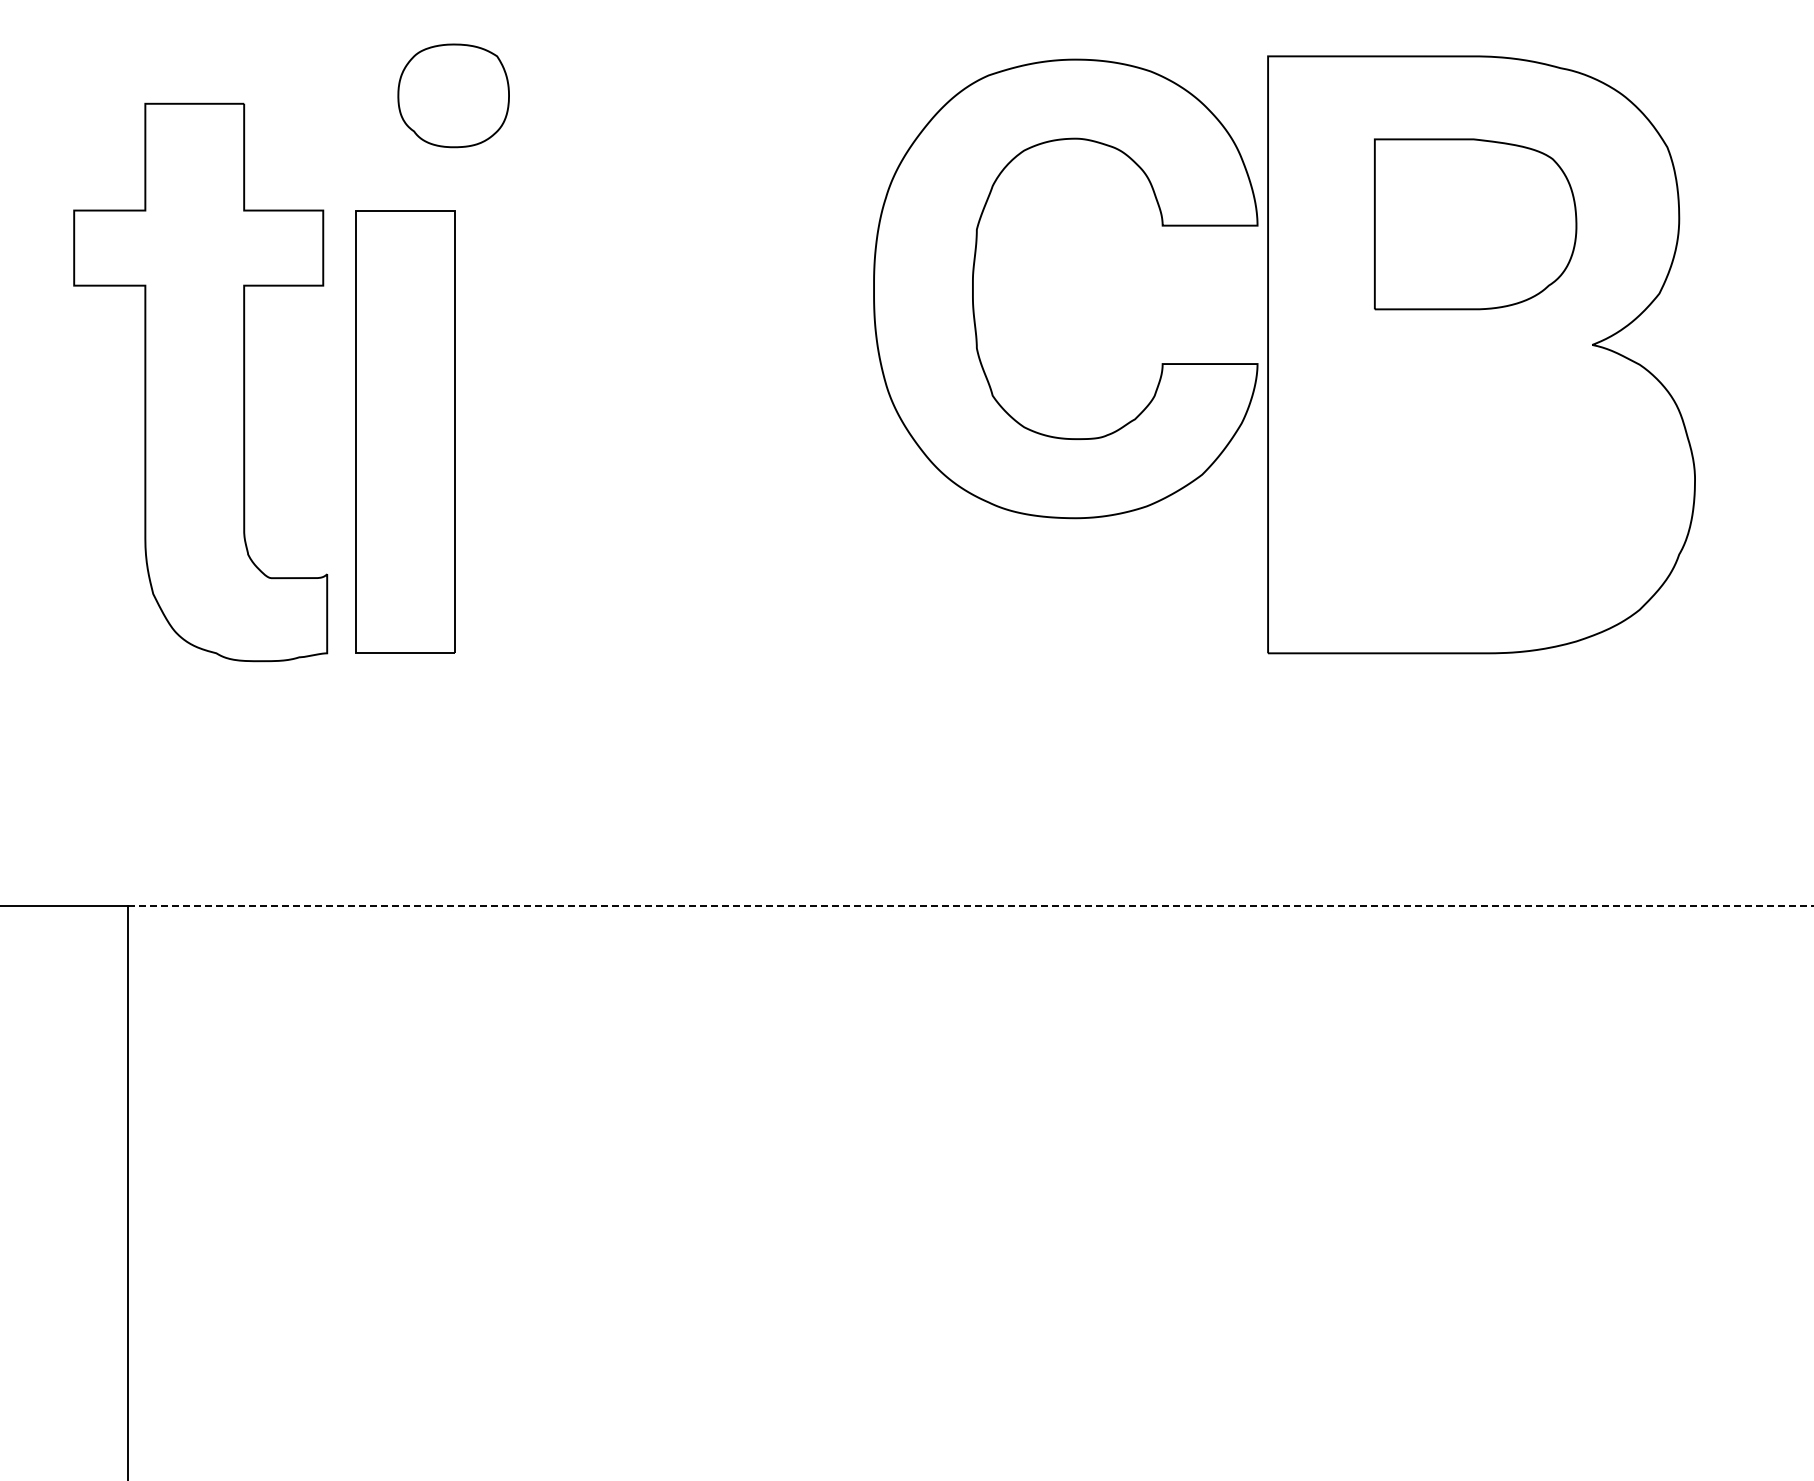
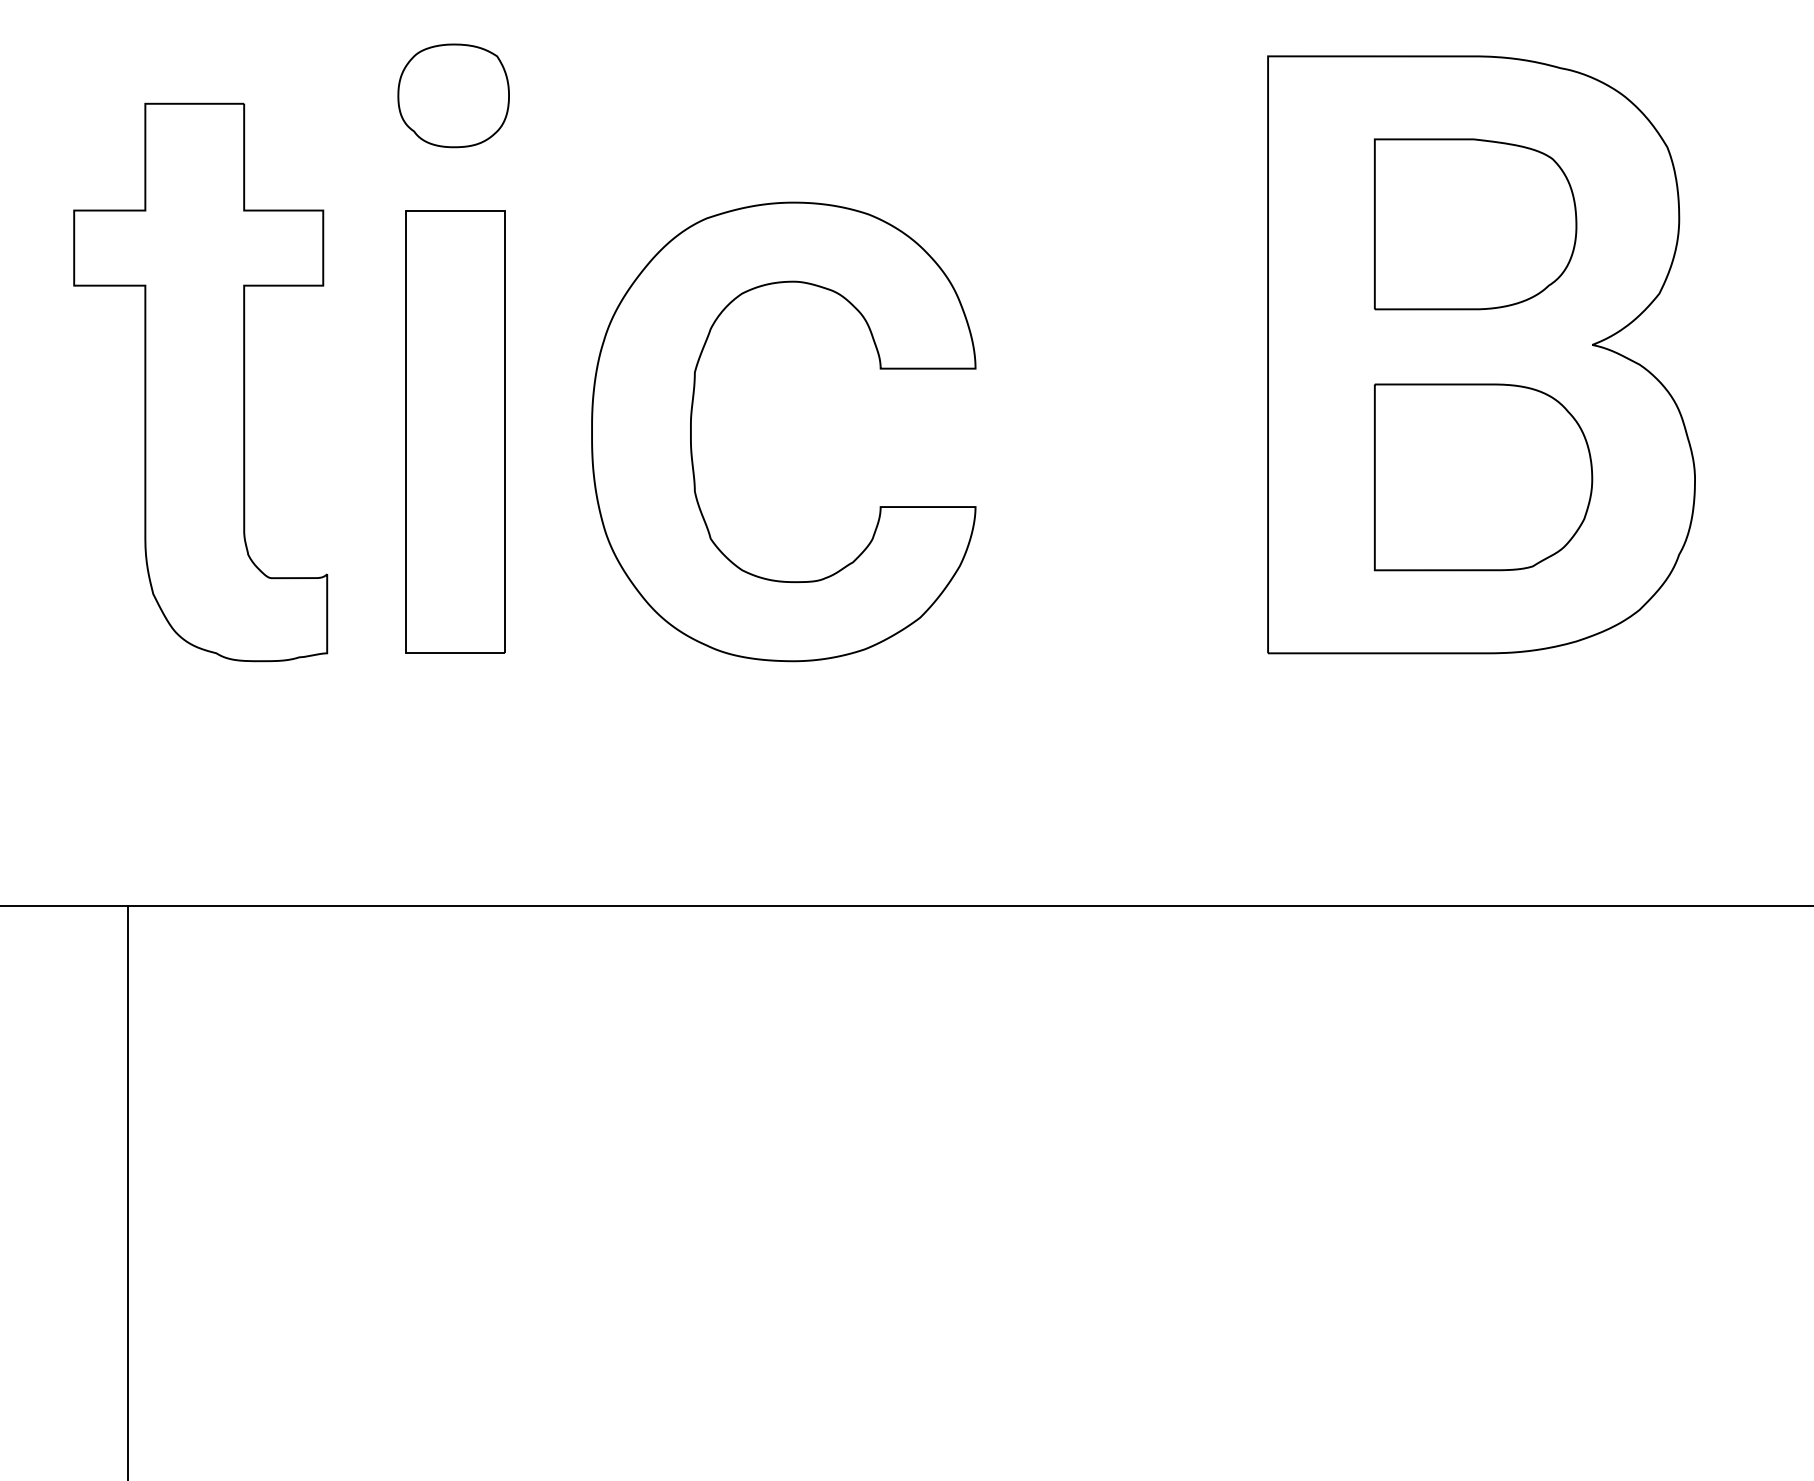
part at (973, 288) position: (973, 288) -> (691, 431)
part at (405, 431) position: (405, 431) -> (455, 431)
part at (1483, 477): none -> present
line at (970, 905): dashed -> solid
